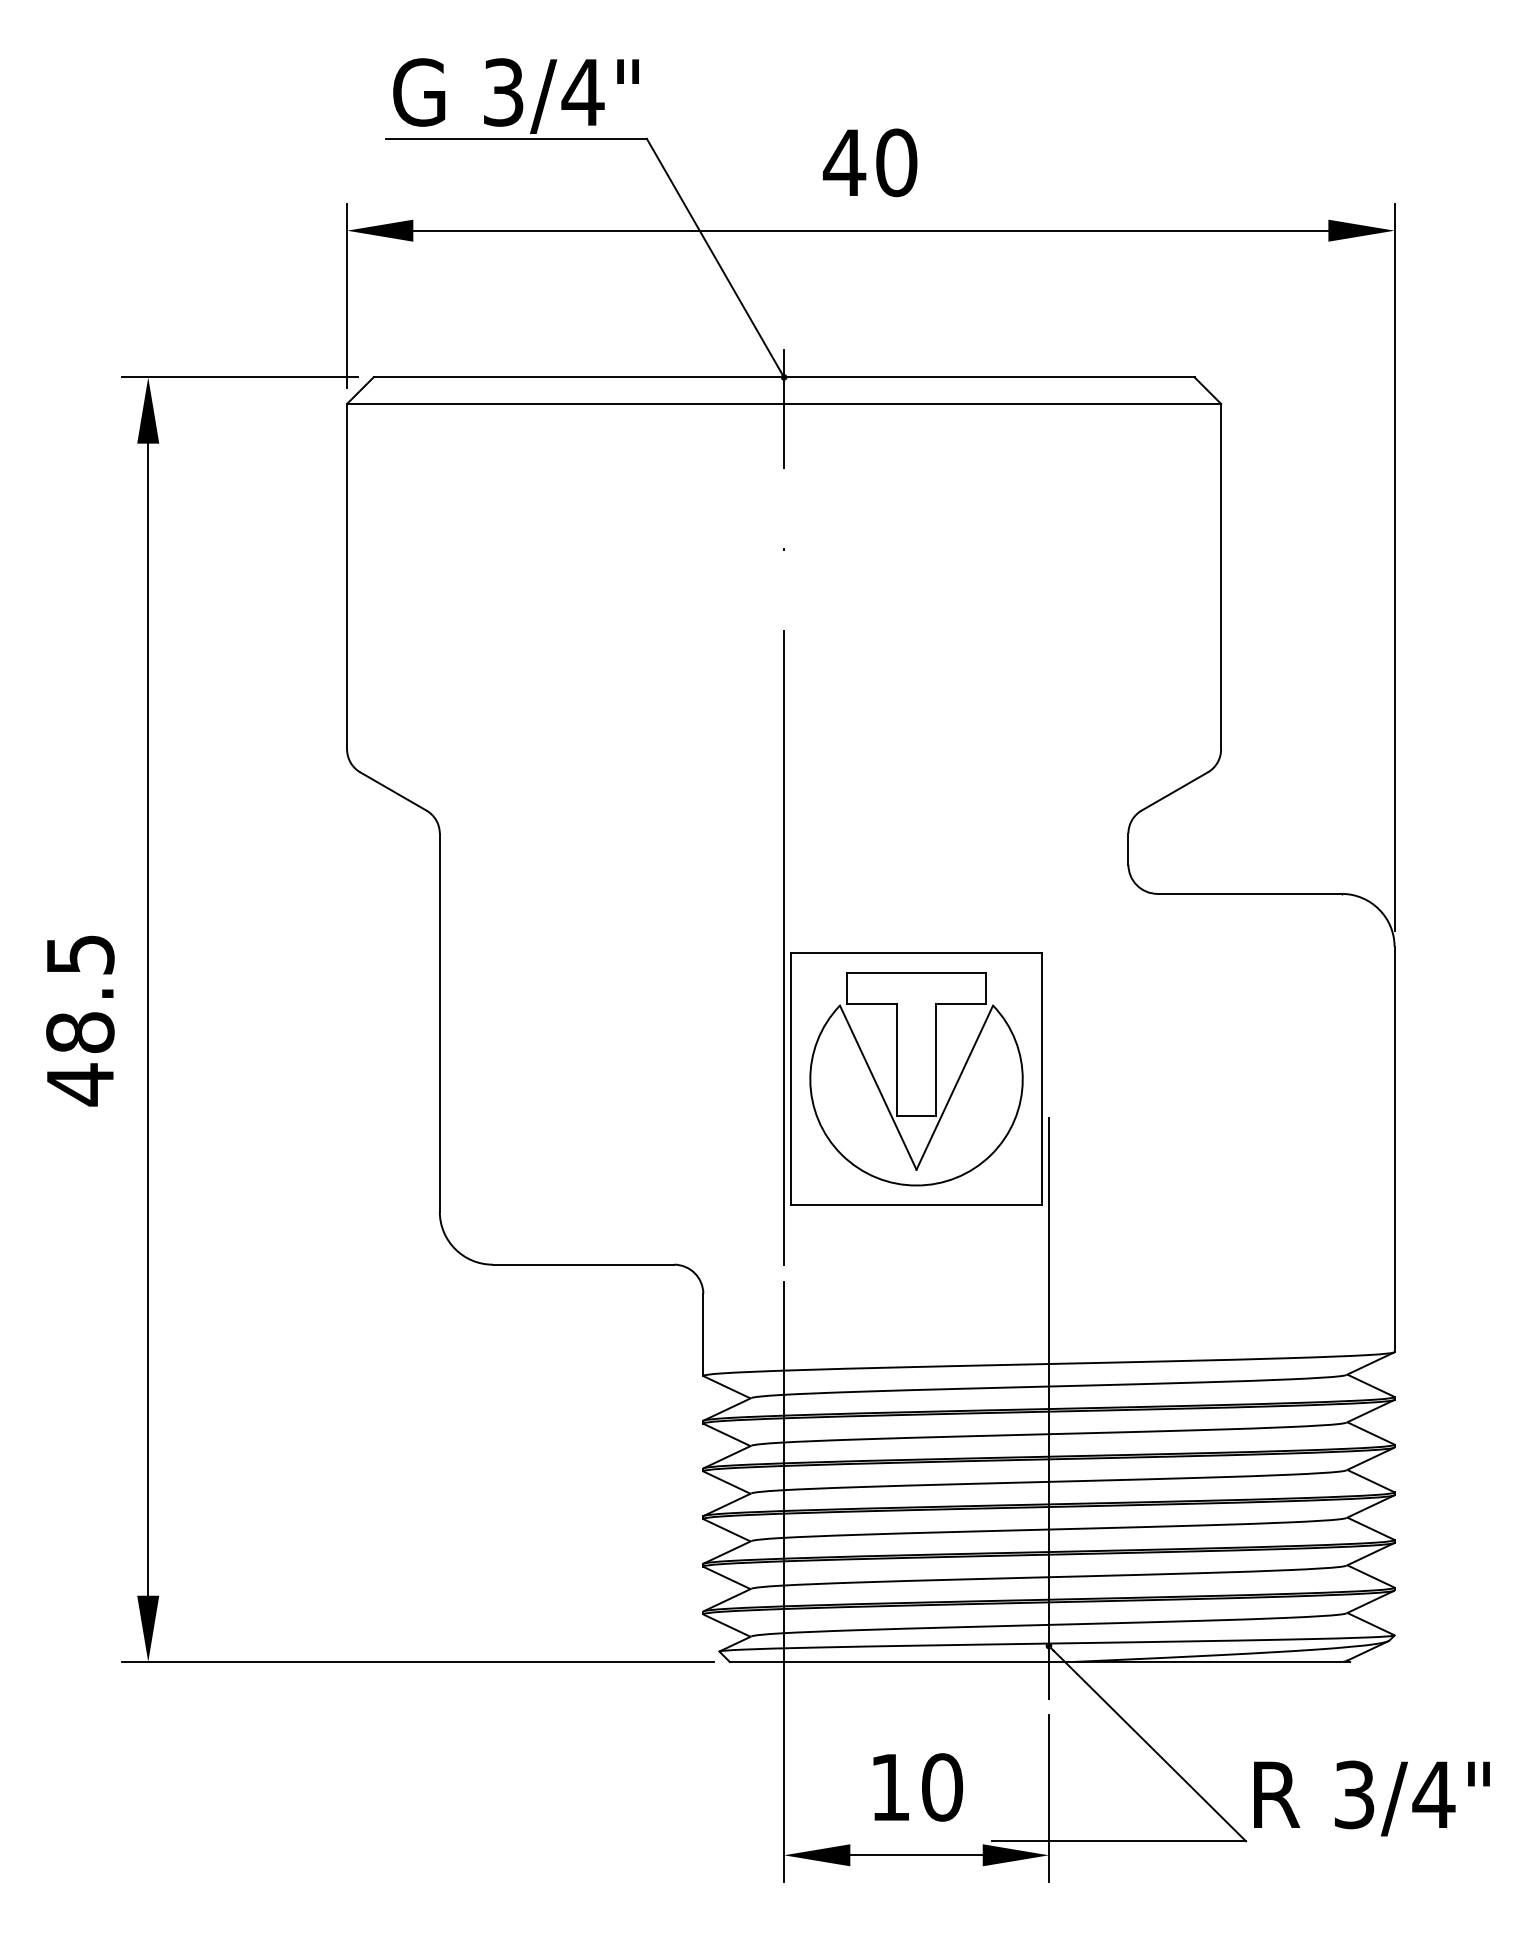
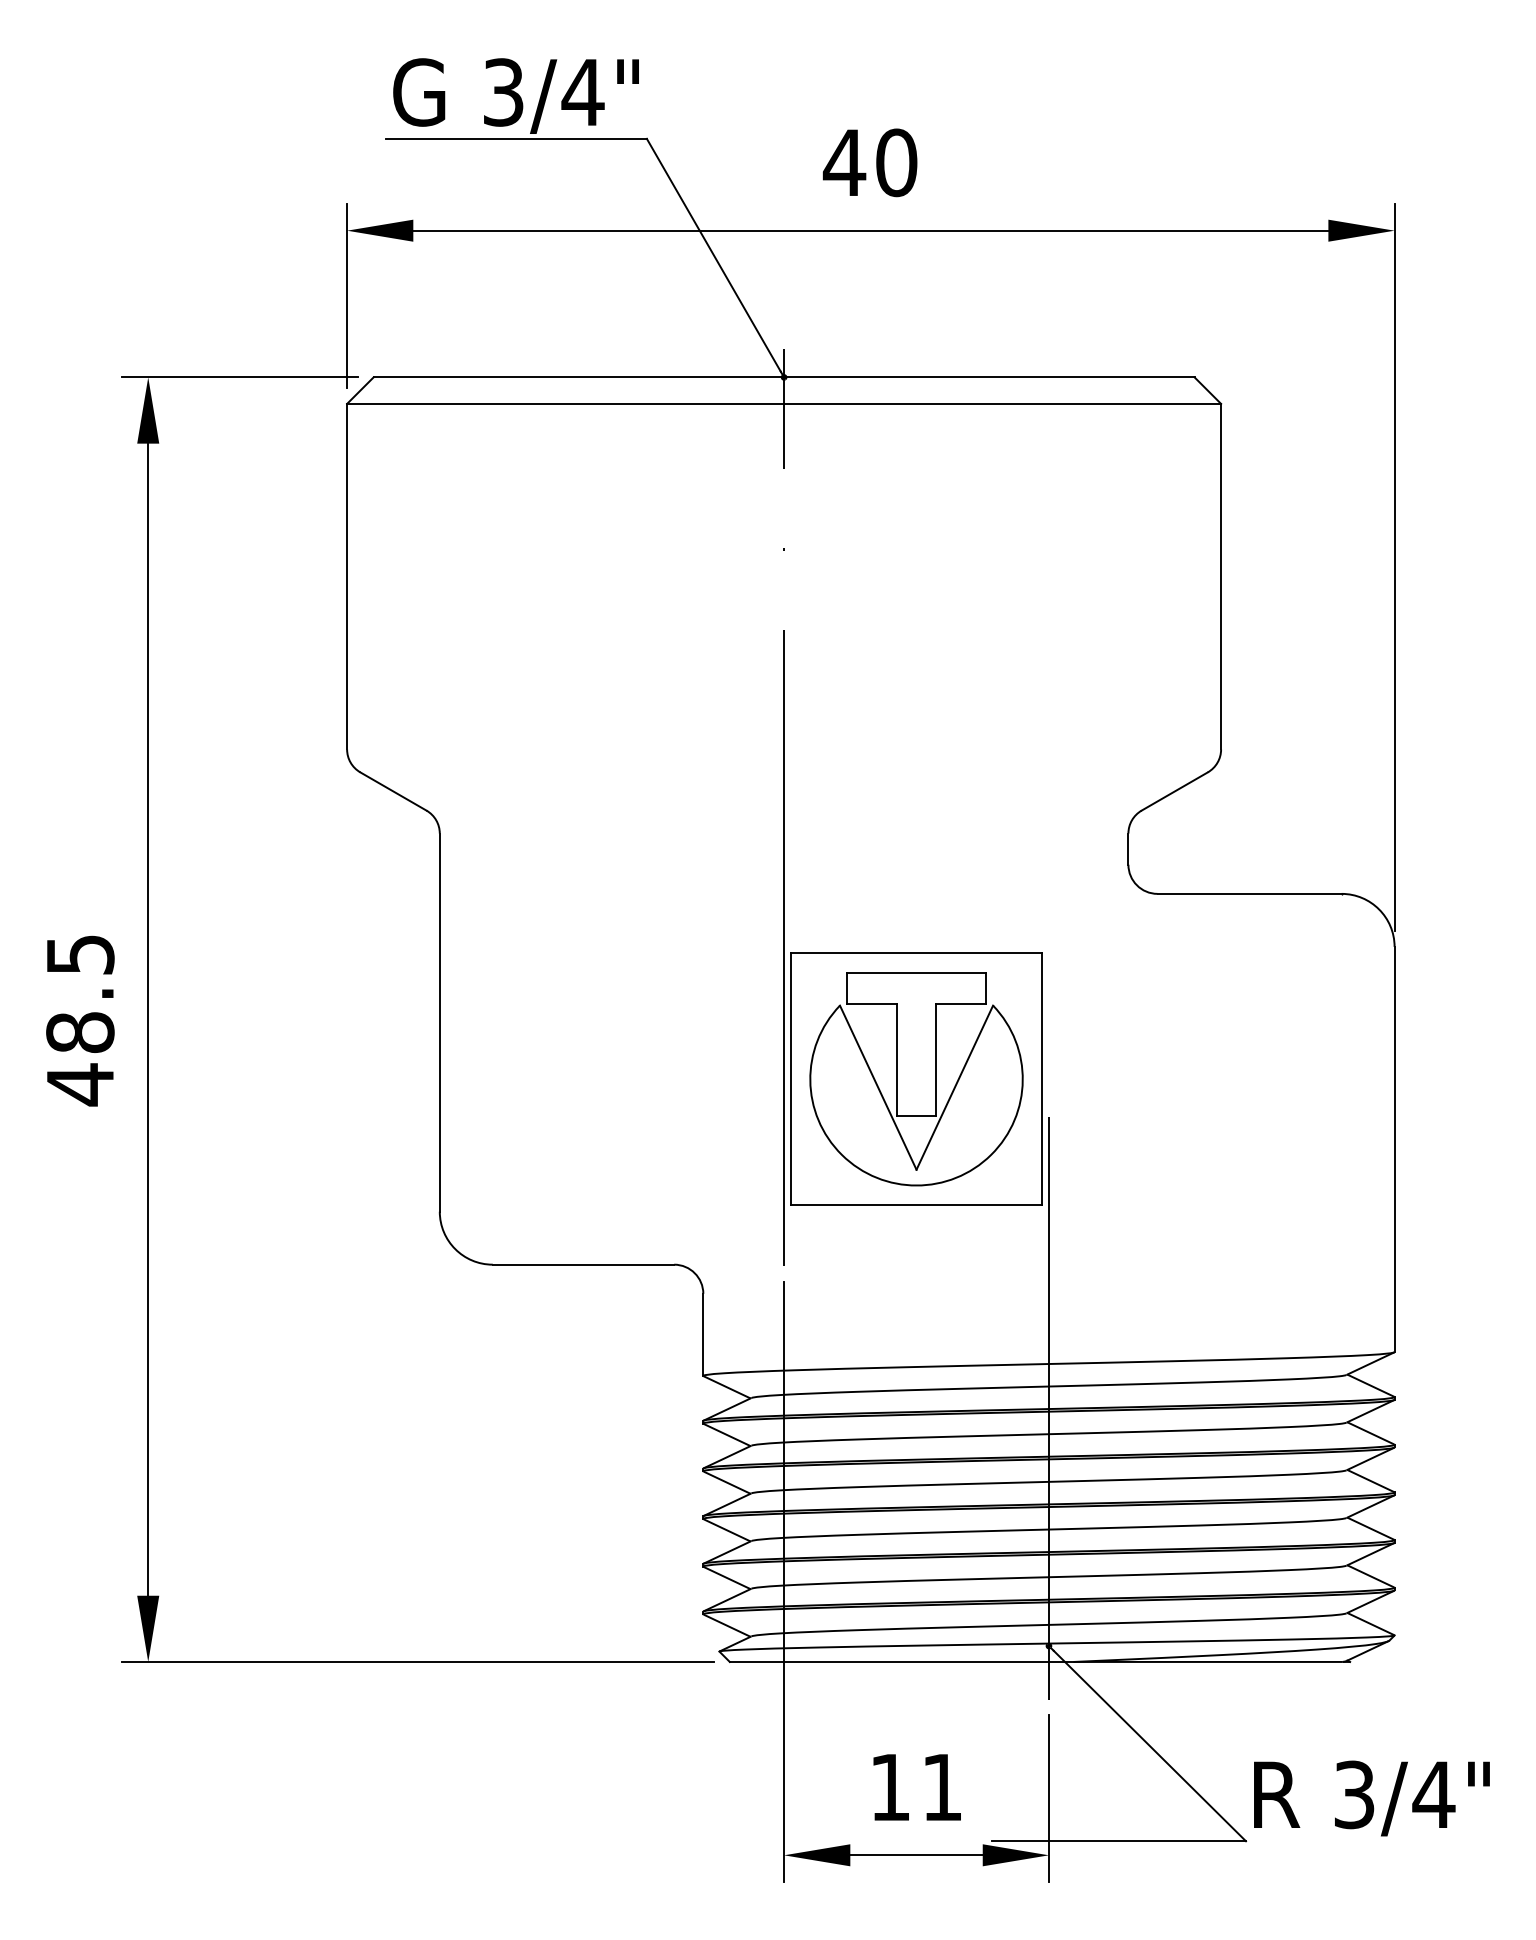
text at (942, 1787): 10 -> 11
